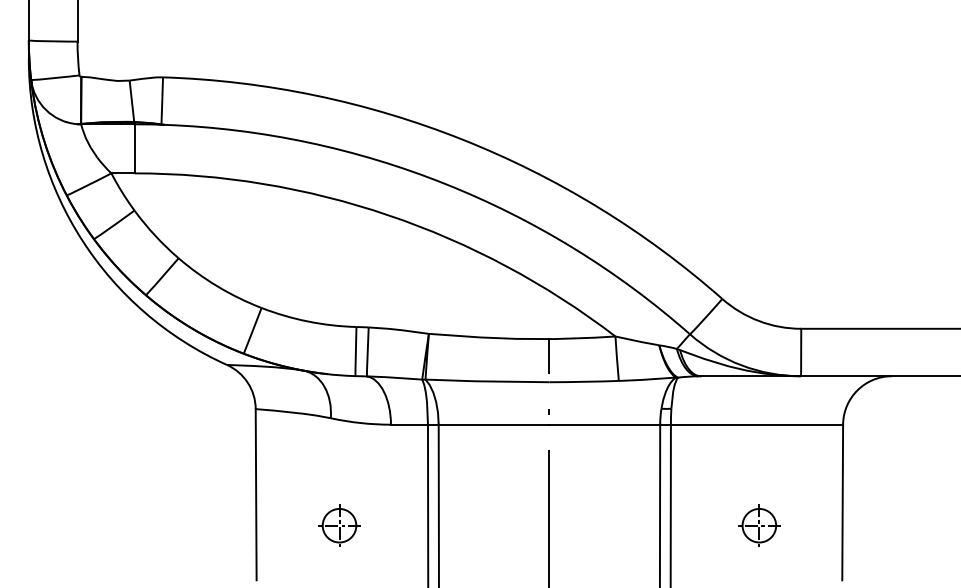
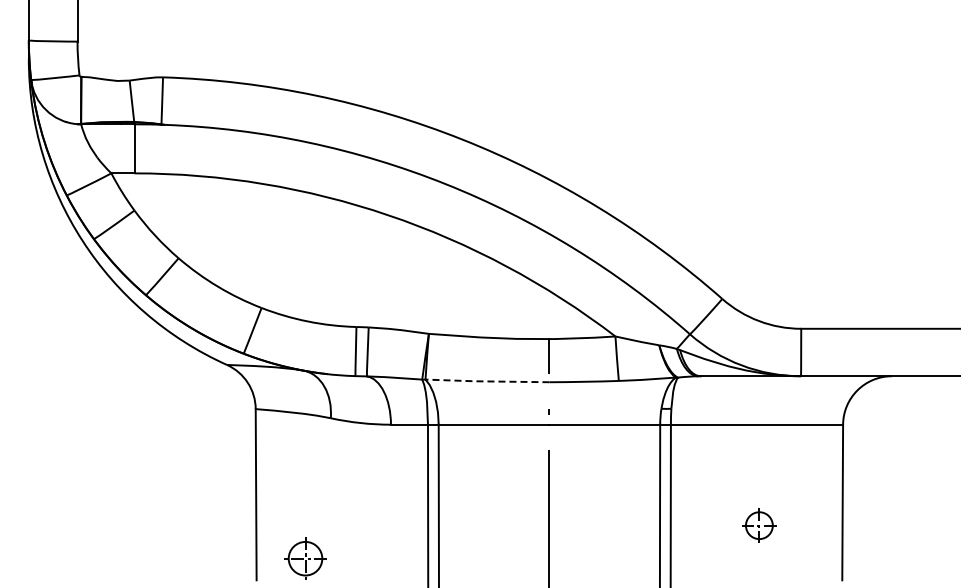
line at (486, 381): solid -> dashed
part at (339, 525) position: (339, 525) -> (305, 558)
part at (759, 525) size: 43x43 px -> 35x35 px
